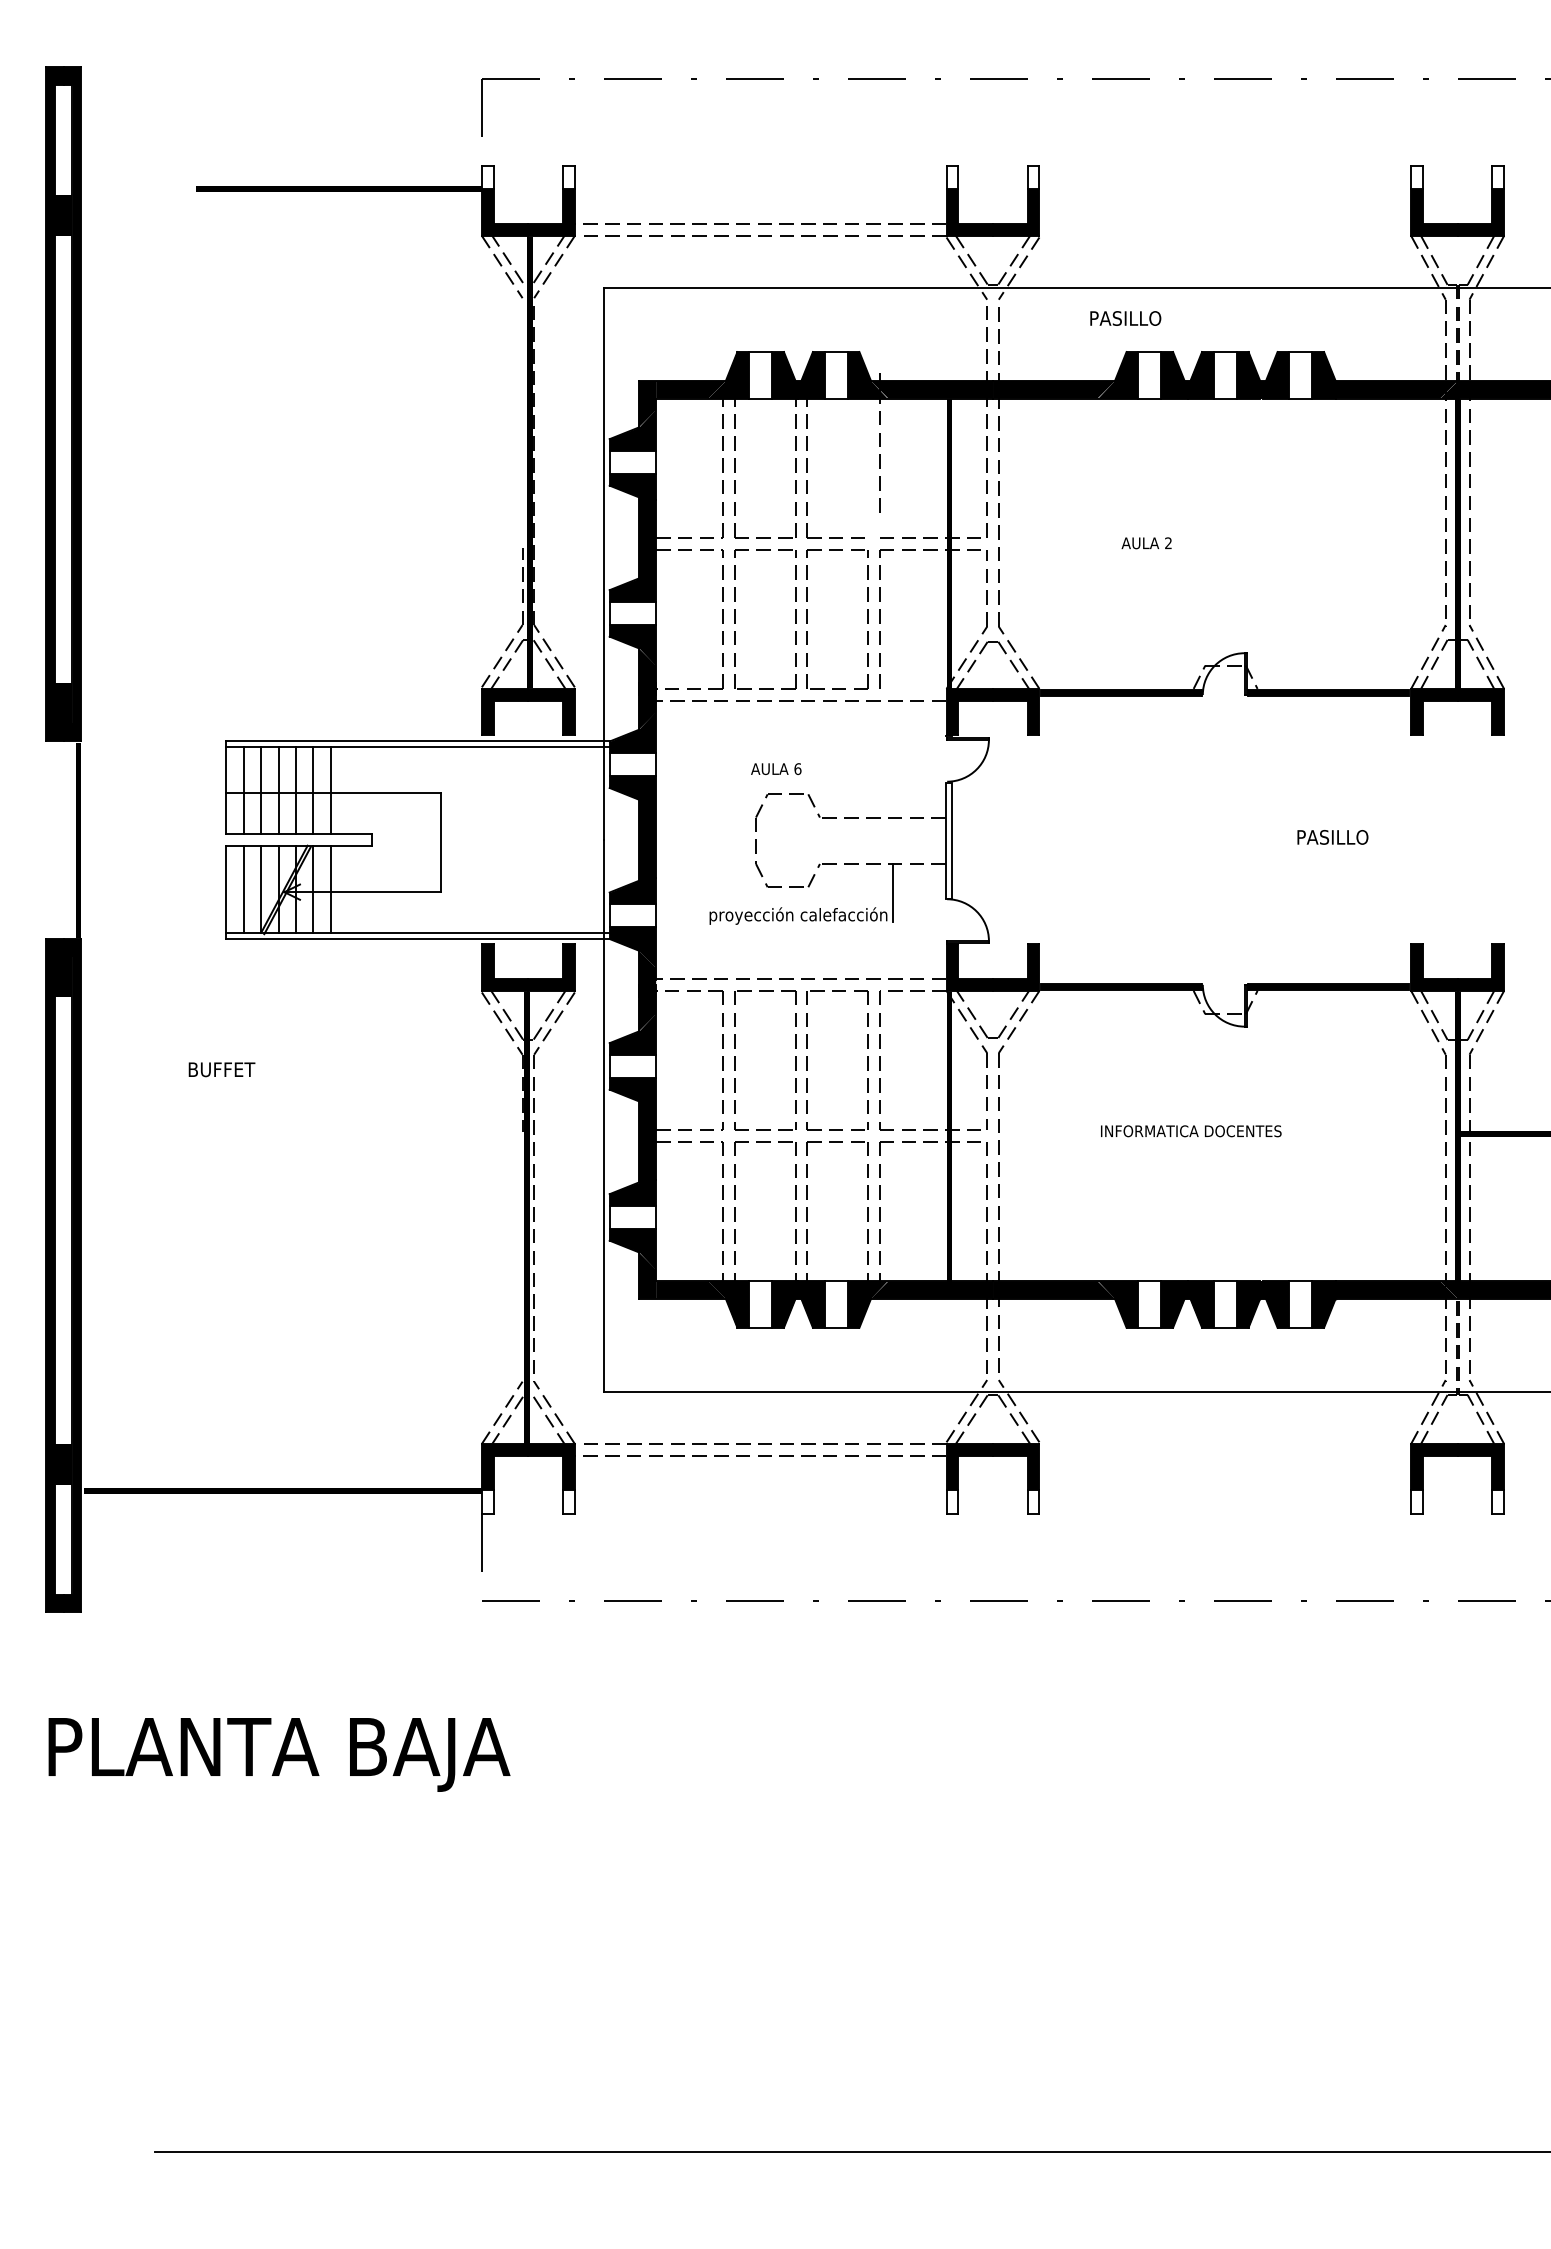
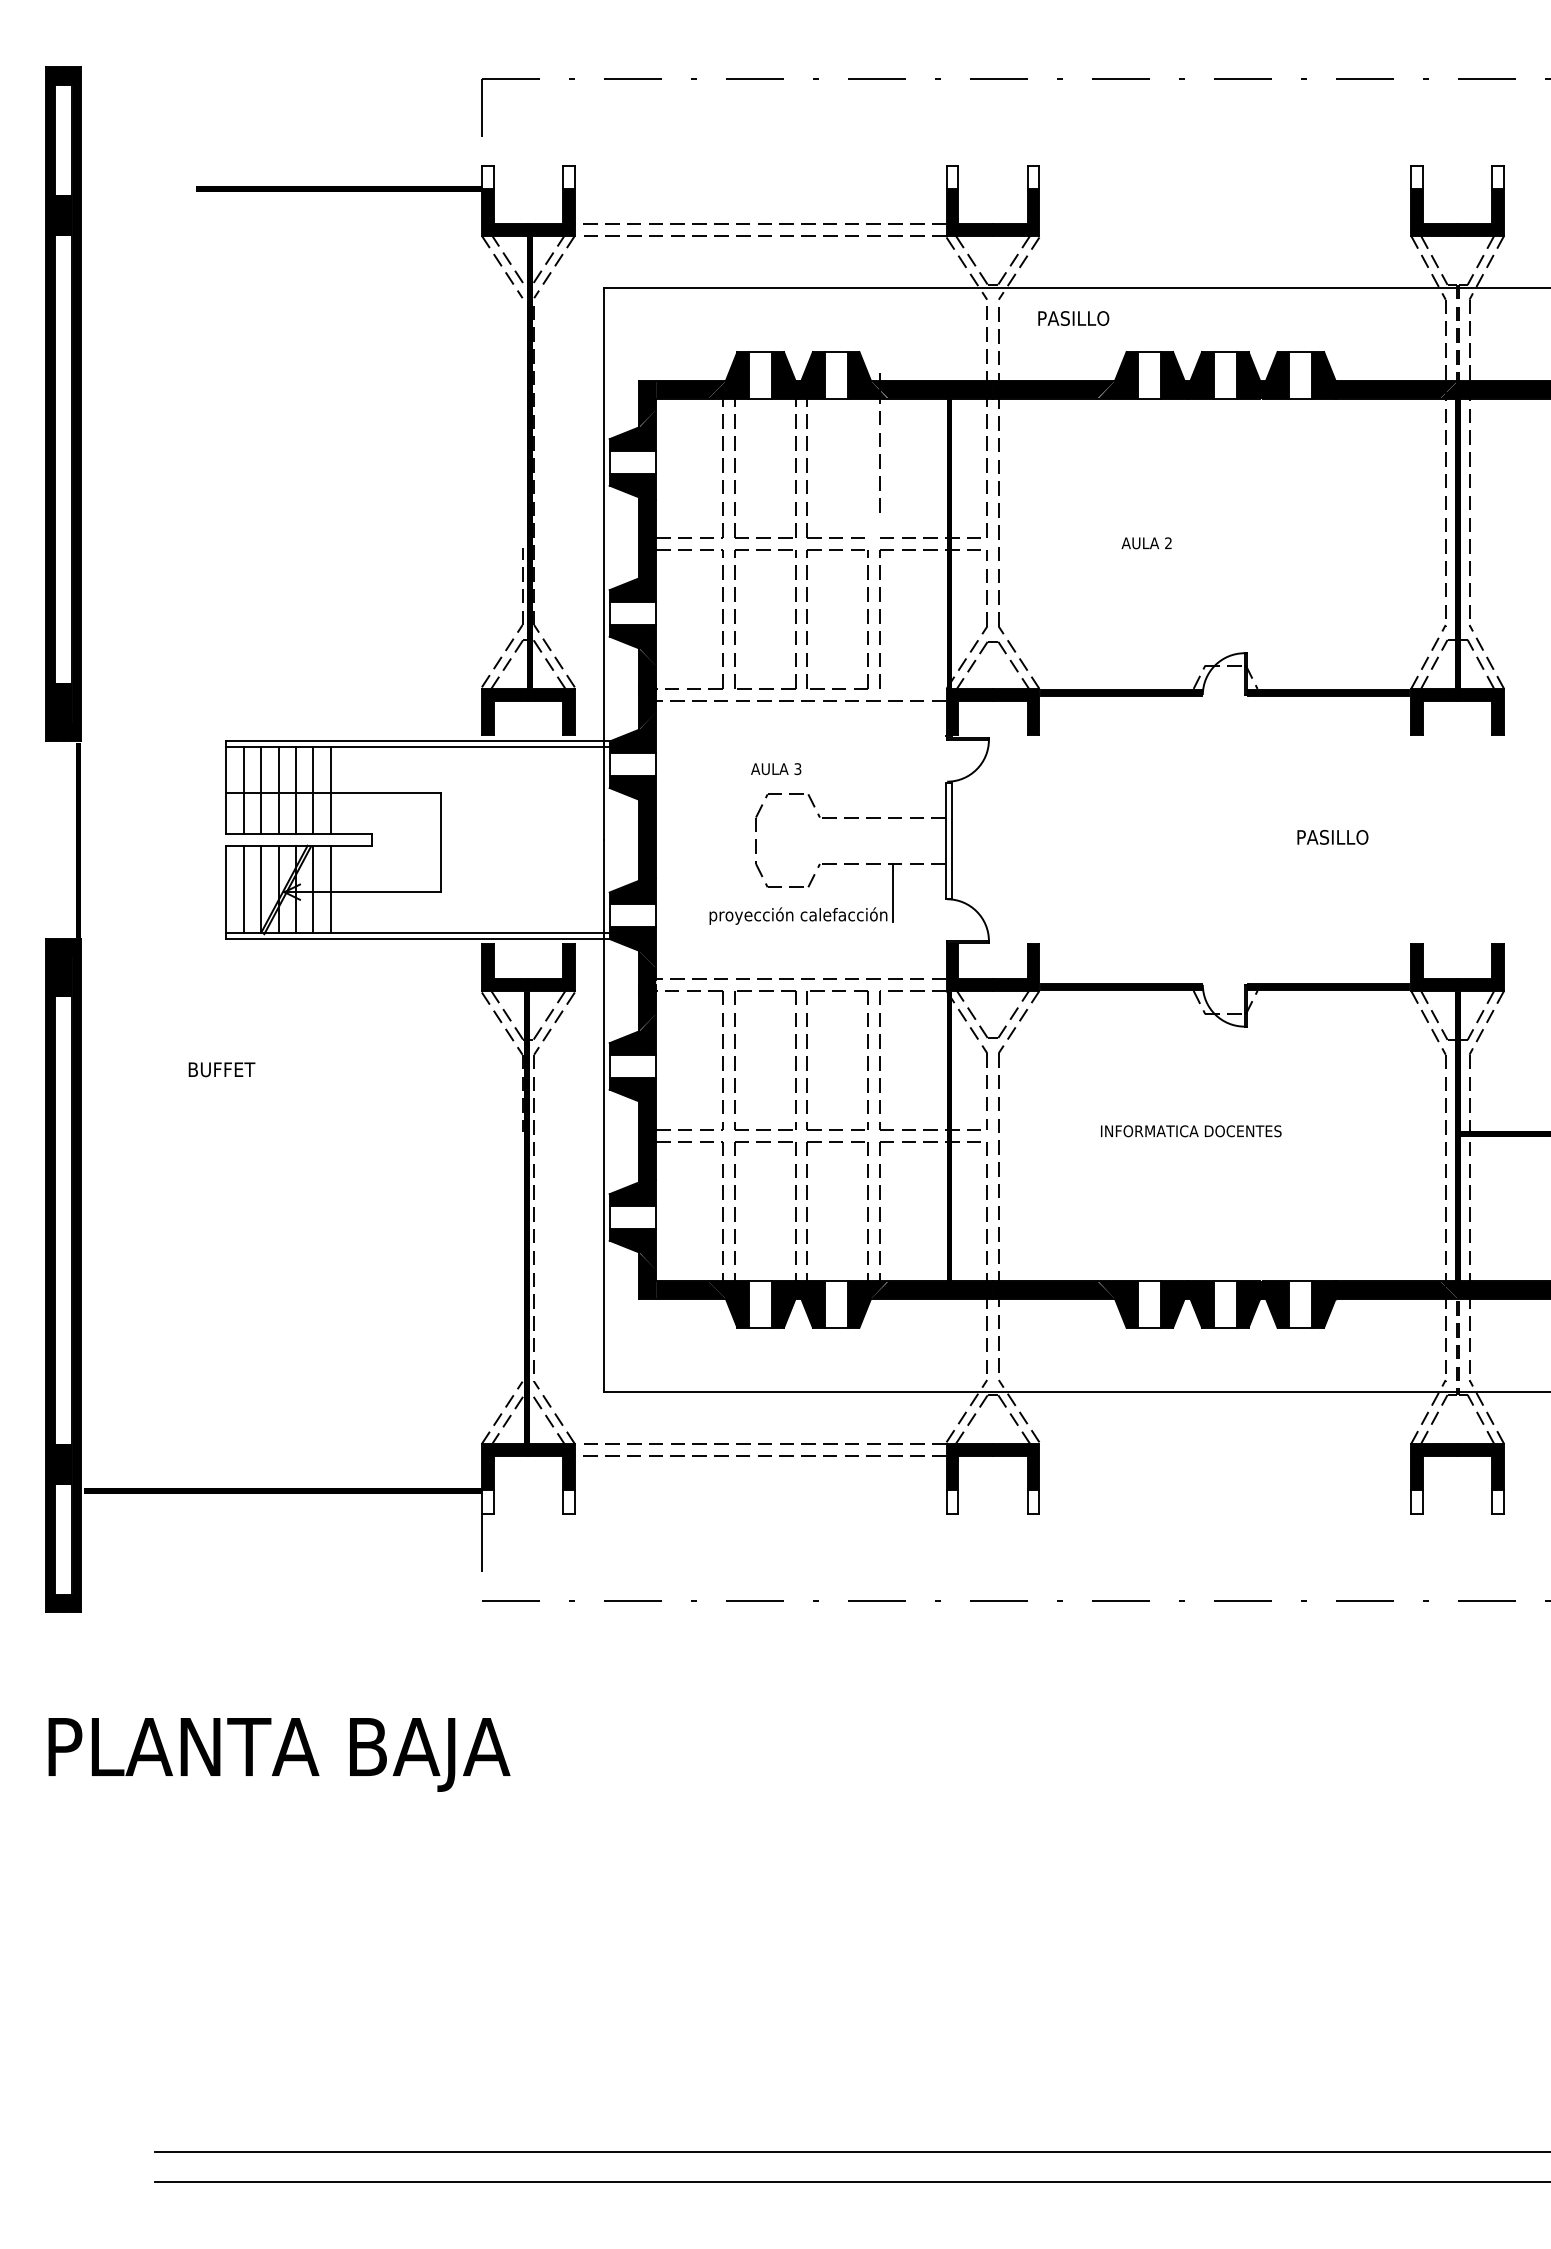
text at (1125, 318) position: (1125, 318) -> (1073, 318)
text at (797, 768): 6 -> 3
line at (851, 2181): none -> present
